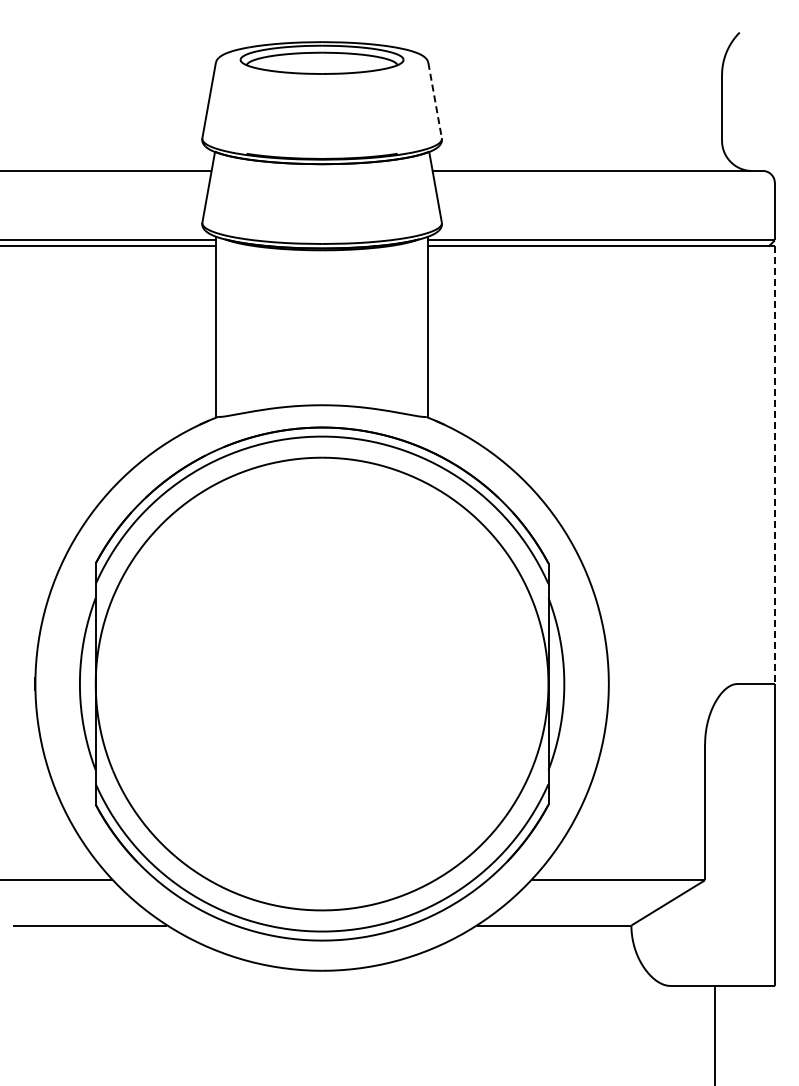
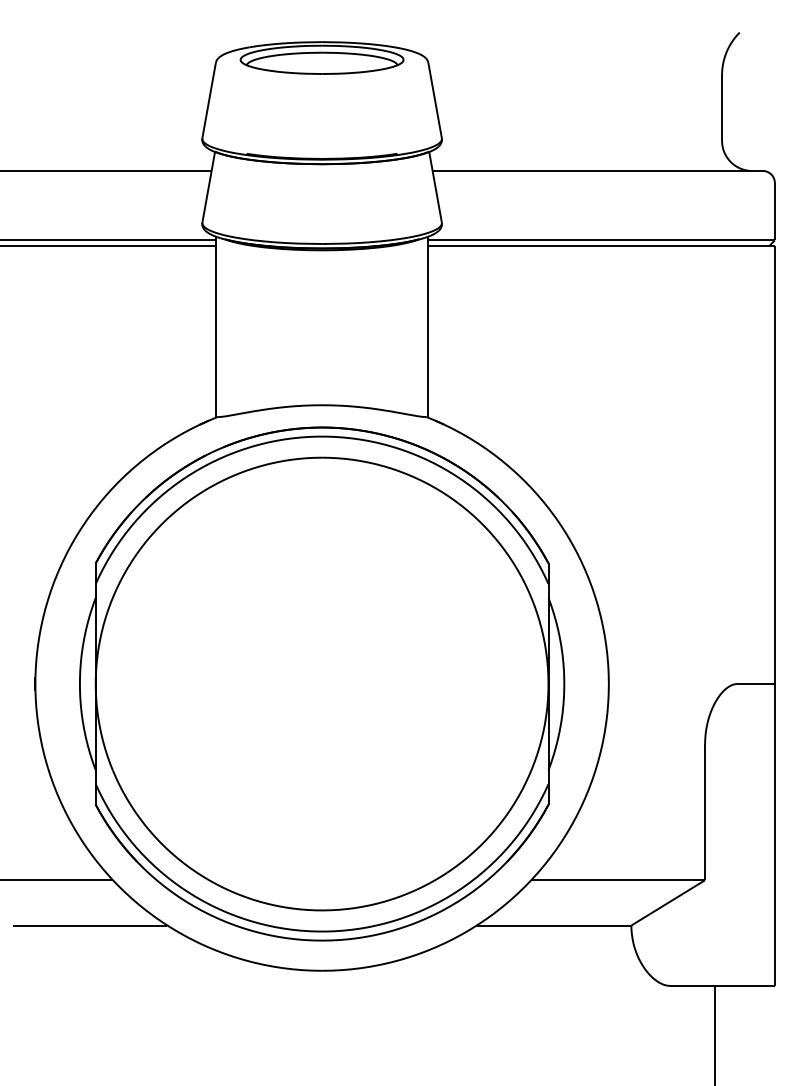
line at (435, 101): dashed -> solid
line at (774, 465): dashed -> solid
